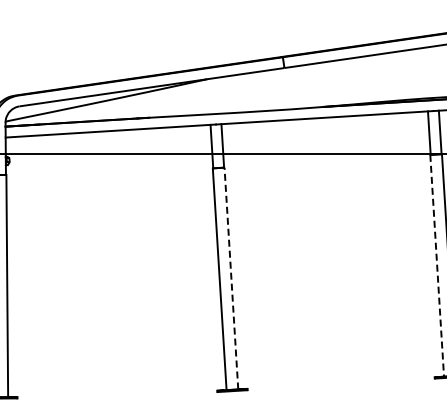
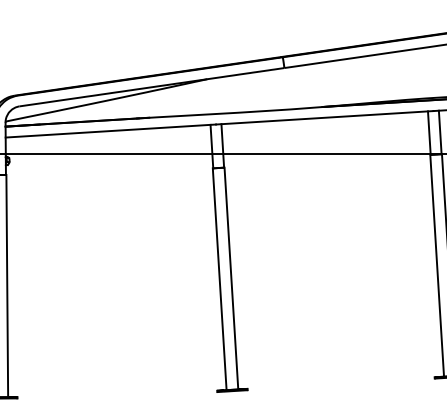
line at (437, 266): dashed -> solid
line at (231, 278): dashed -> solid
